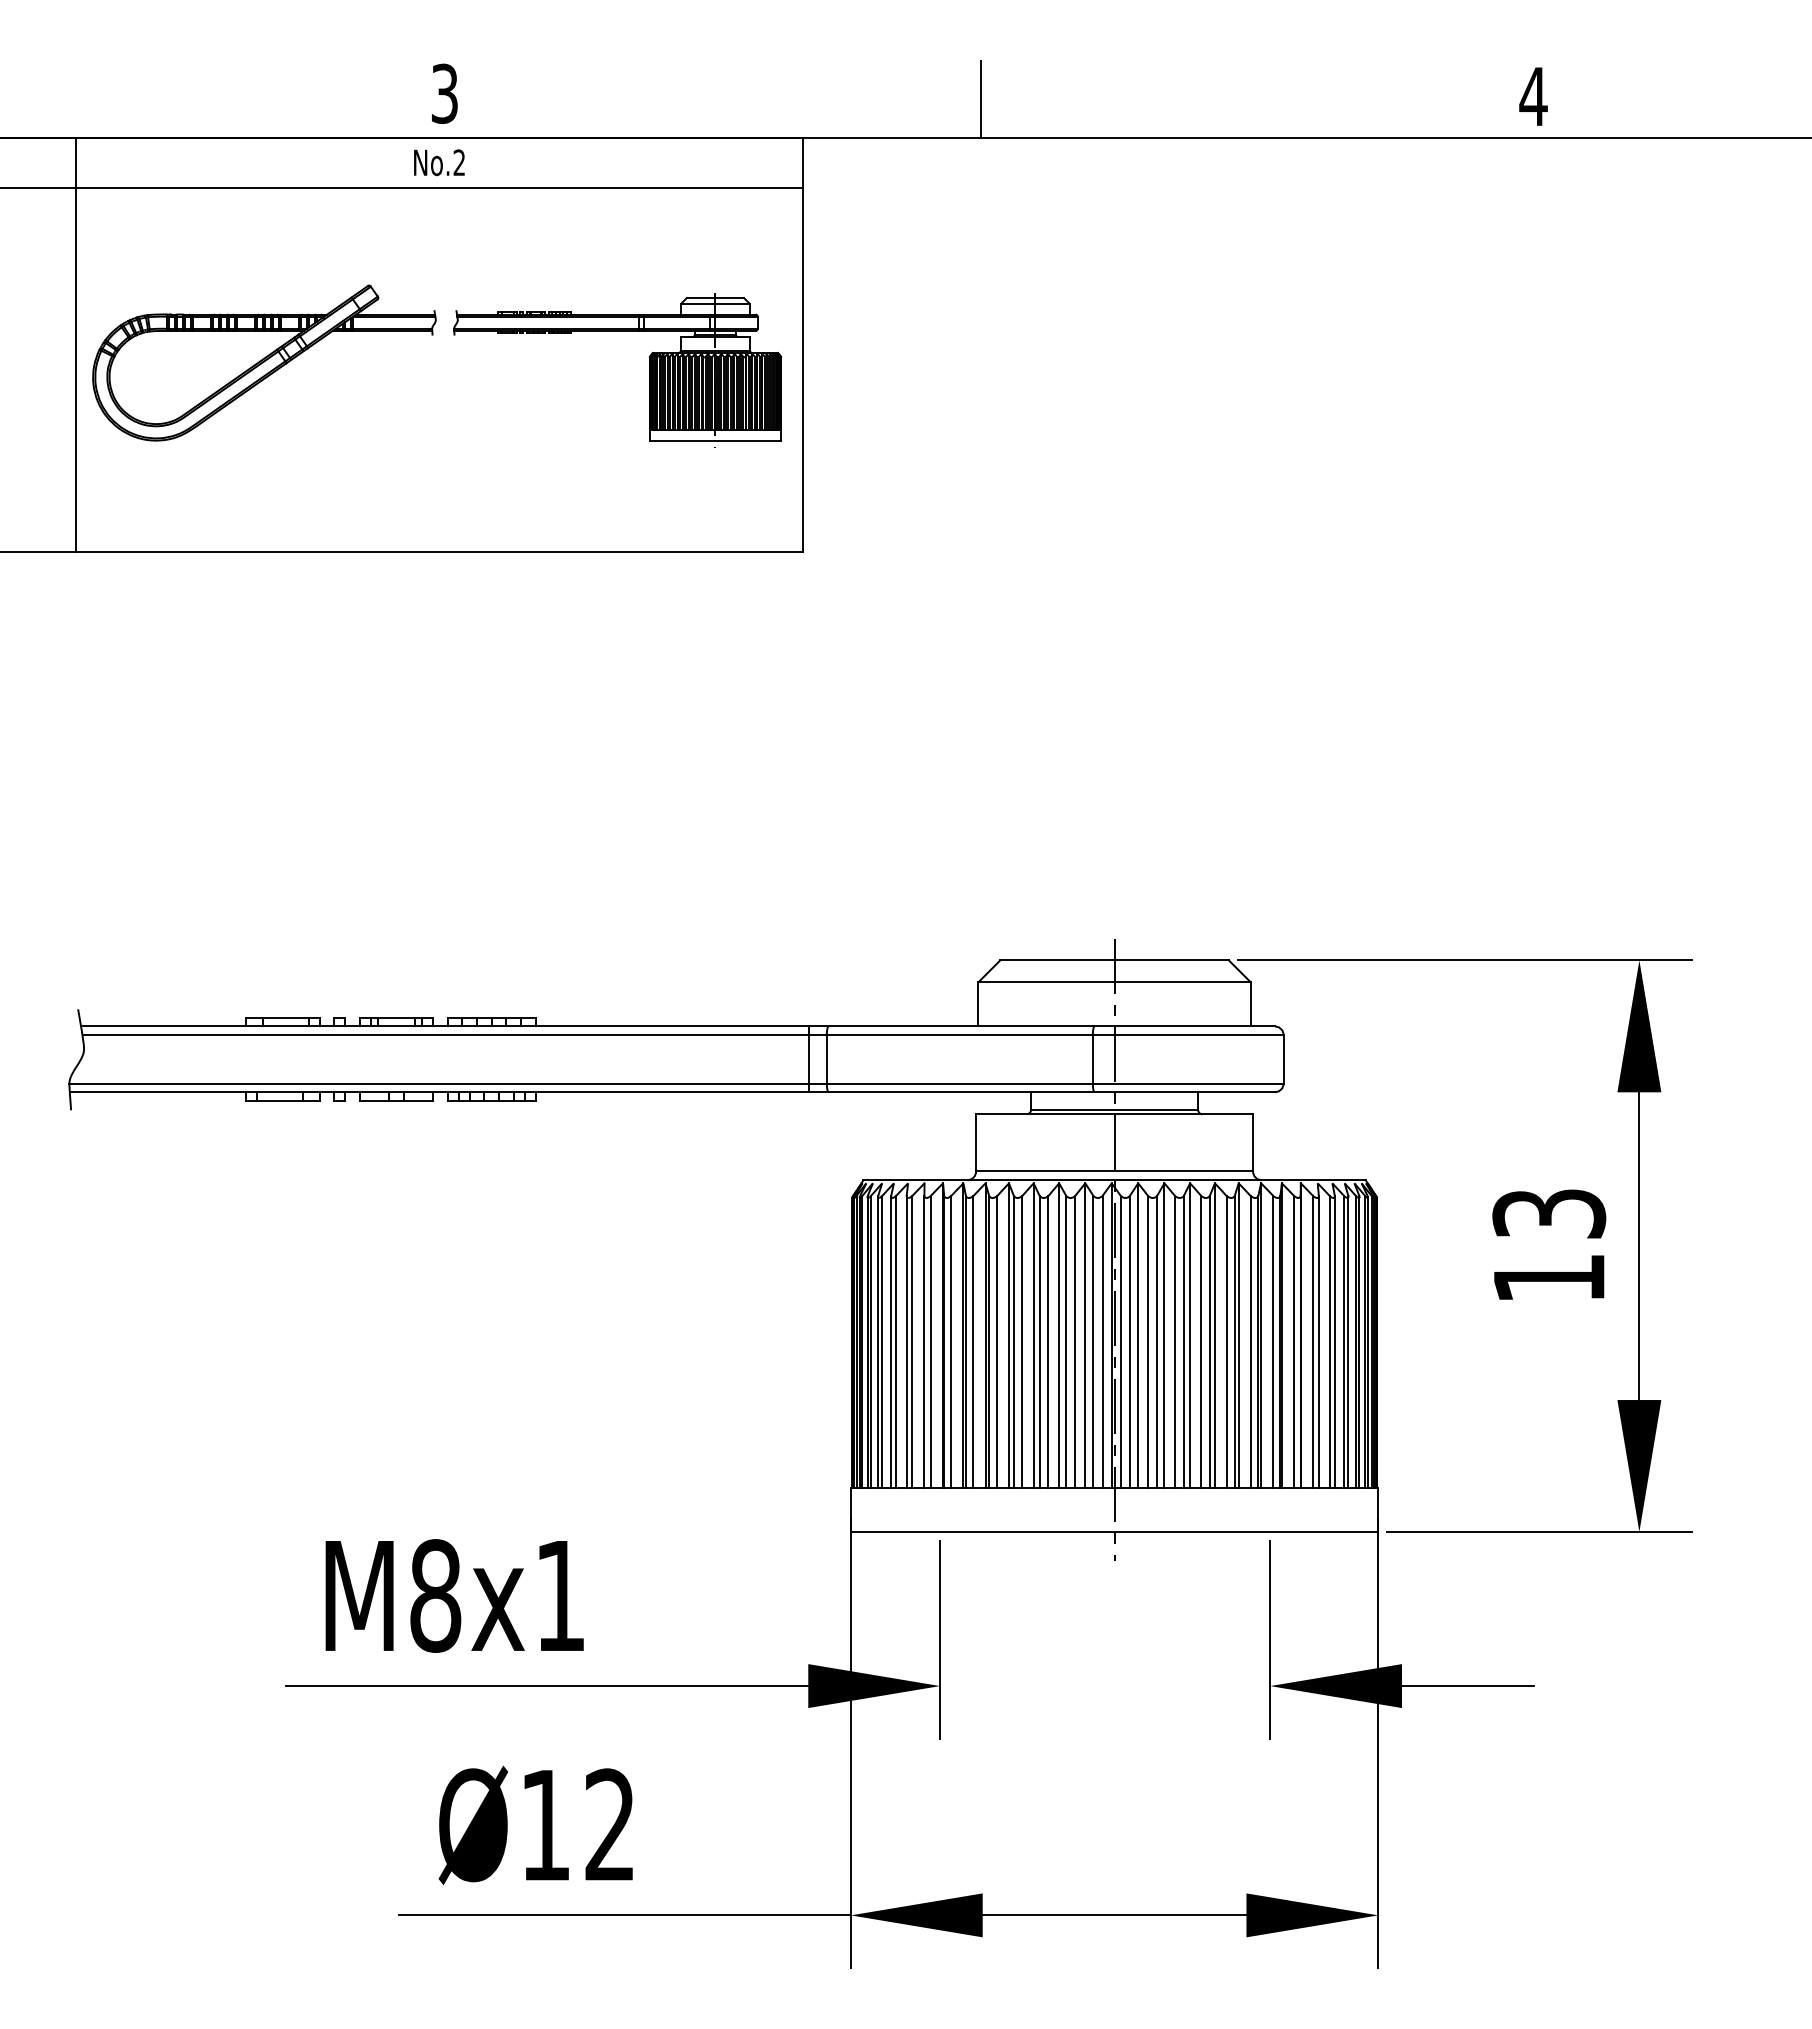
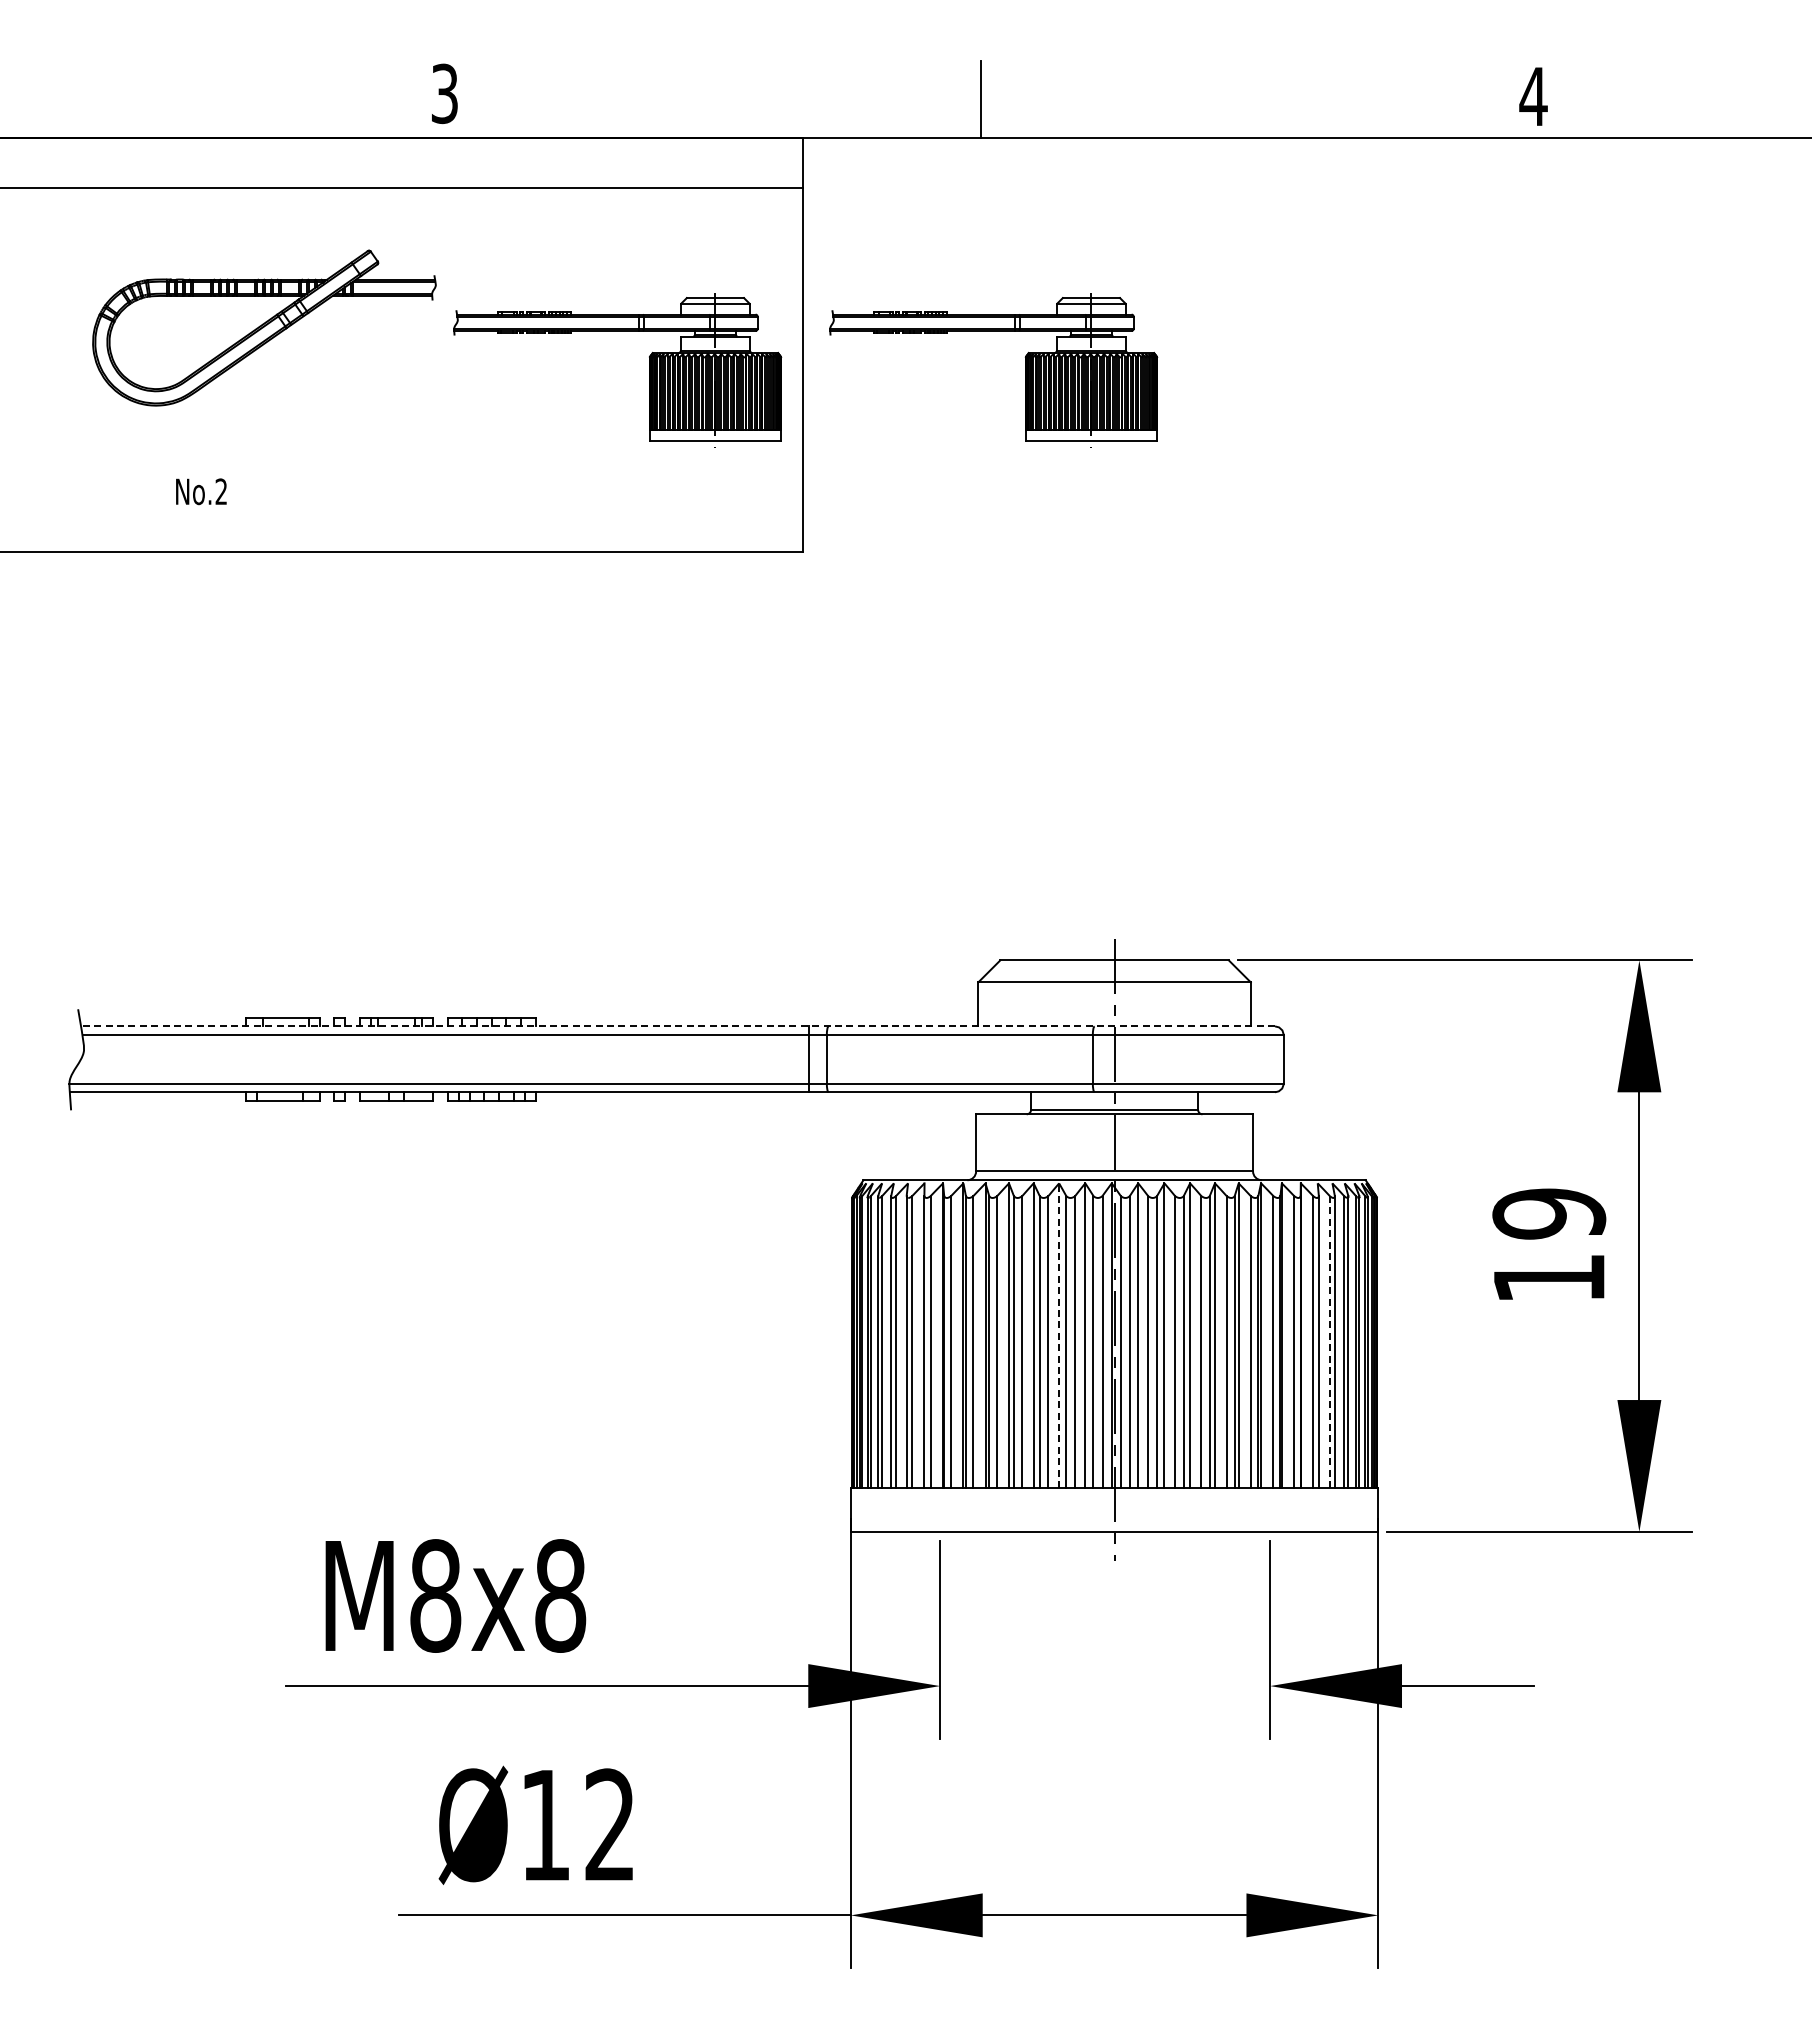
text at (439, 162) position: (439, 162) -> (201, 491)
line at (76, 344): present -> none
part at (264, 362) position: (264, 362) -> (264, 327)
part at (1025, 370): none -> present
line at (678, 1026): solid -> dashed
text at (1549, 1213): 13 -> 19
line at (1059, 1335): solid -> dashed
line at (1329, 1341): solid -> dashed
text at (560, 1595): M8x1 -> M8x8
